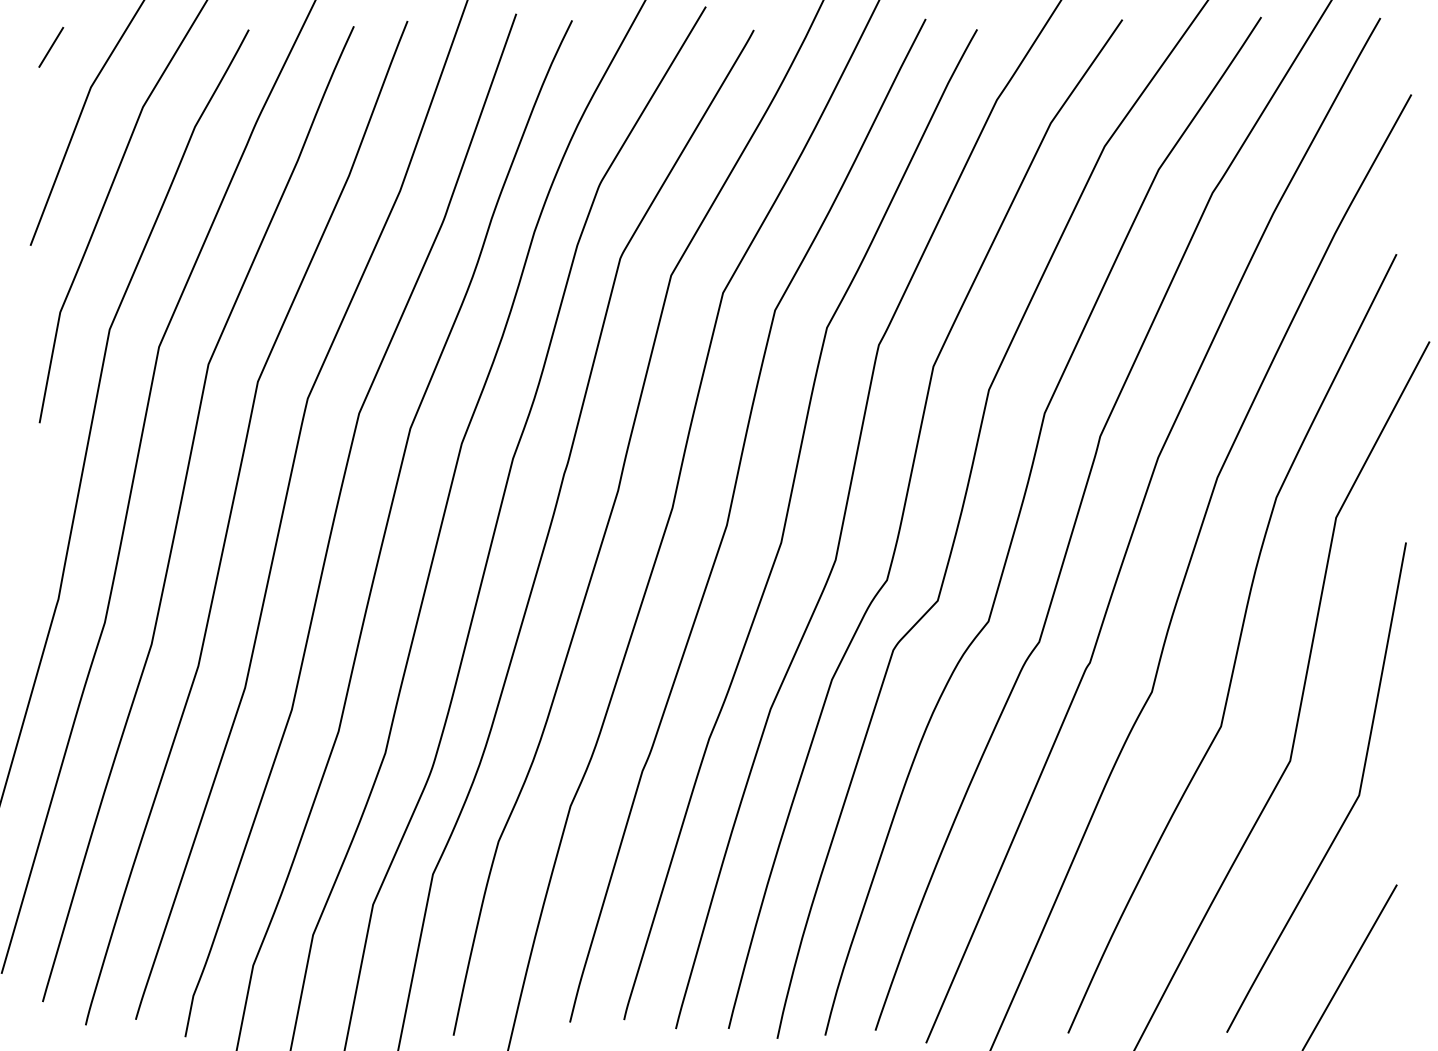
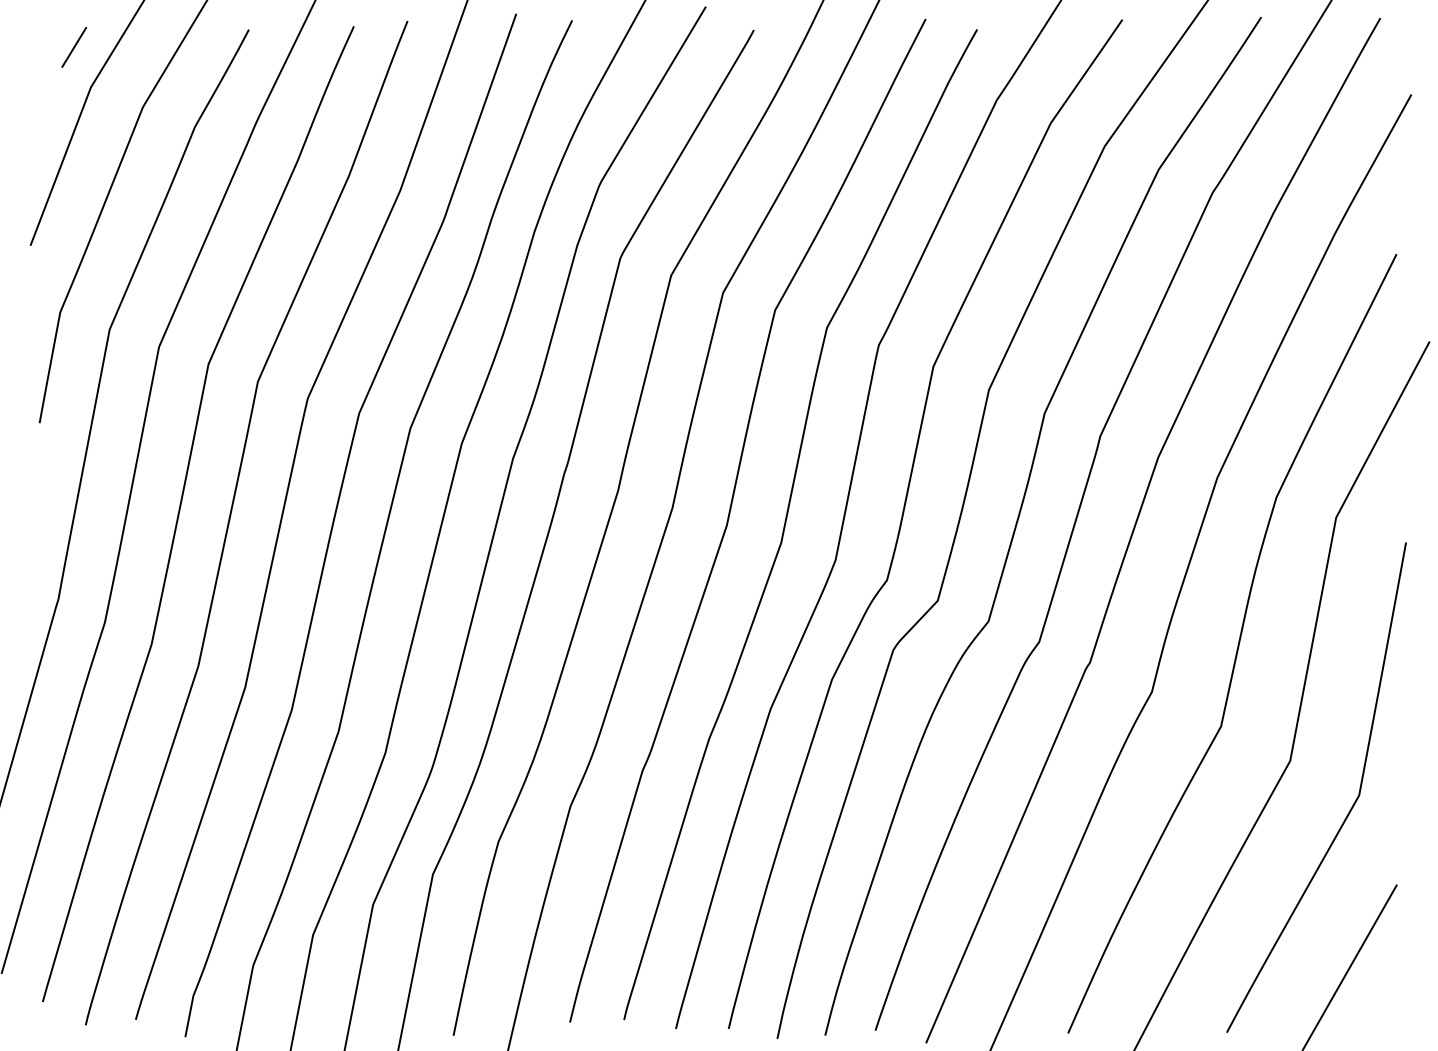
line at (51, 47) position: (51, 47) -> (74, 47)
